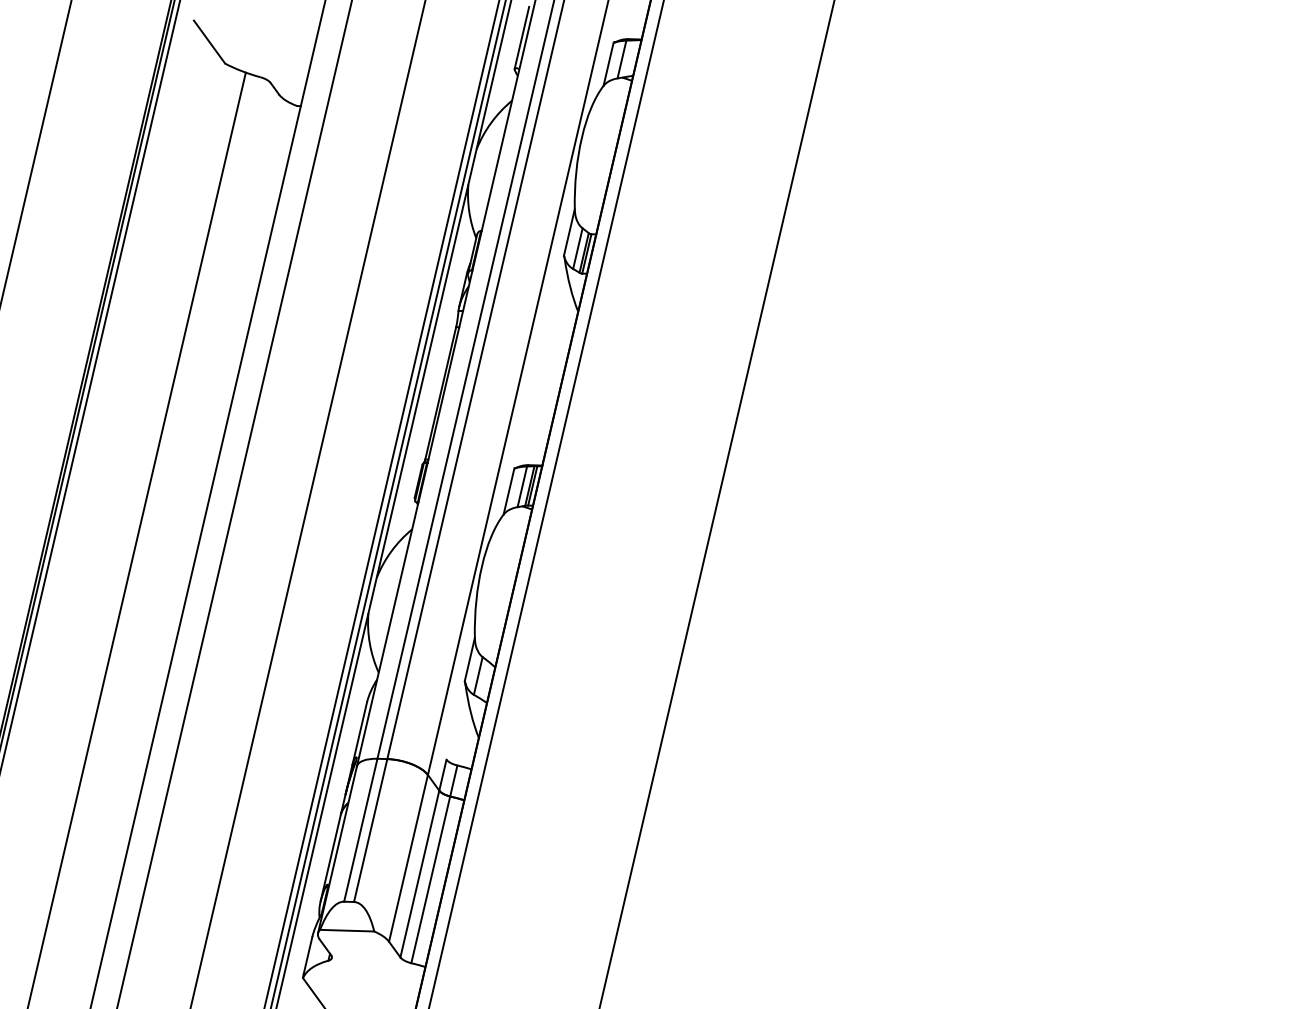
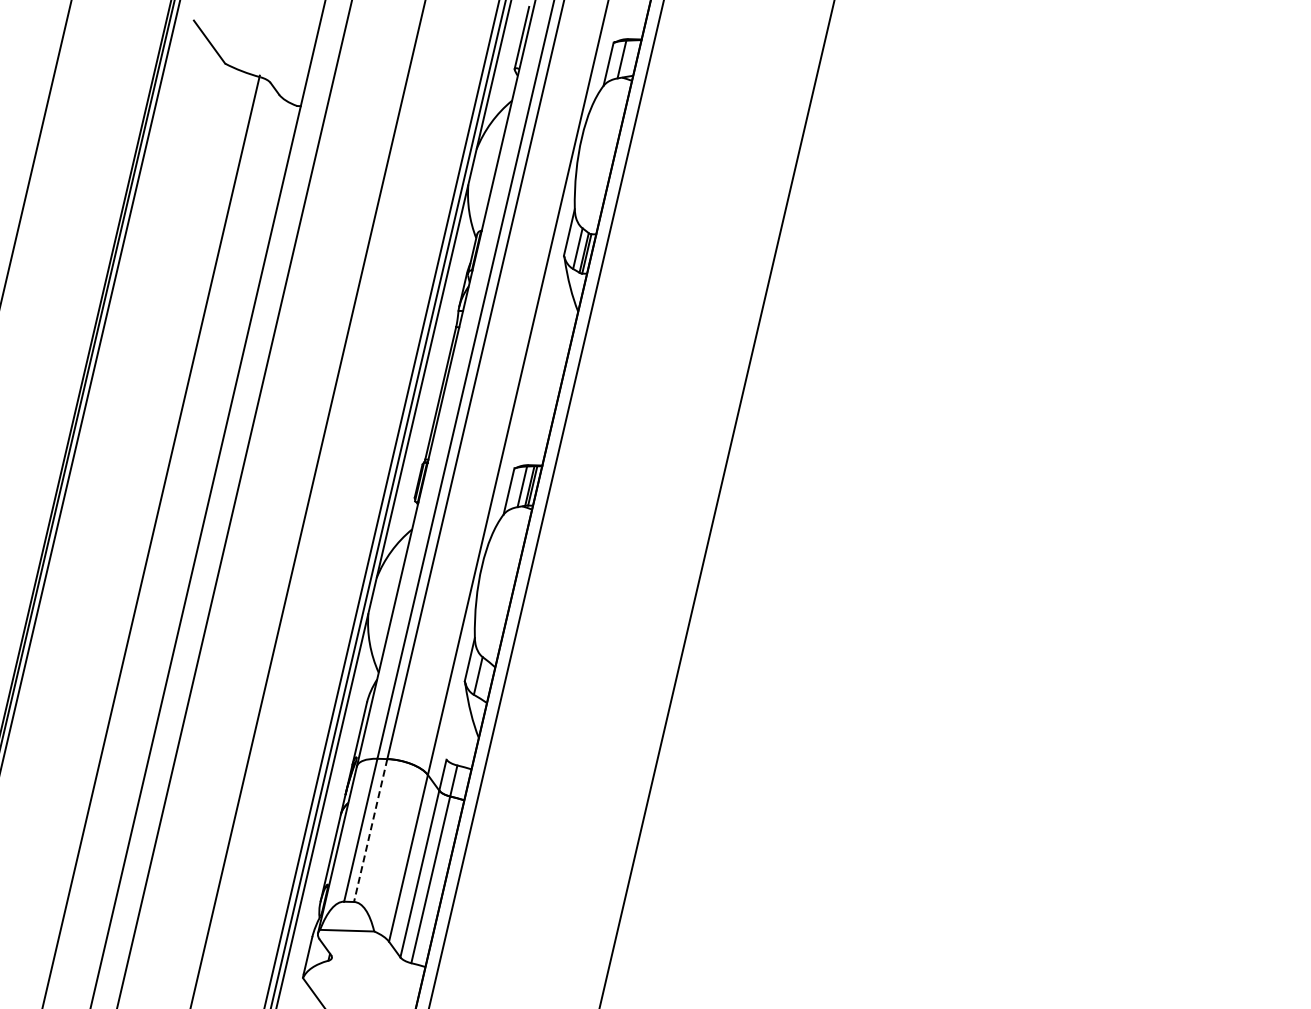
line at (136, 538) position: (136, 538) -> (151, 540)
line at (370, 831): solid -> dashed
